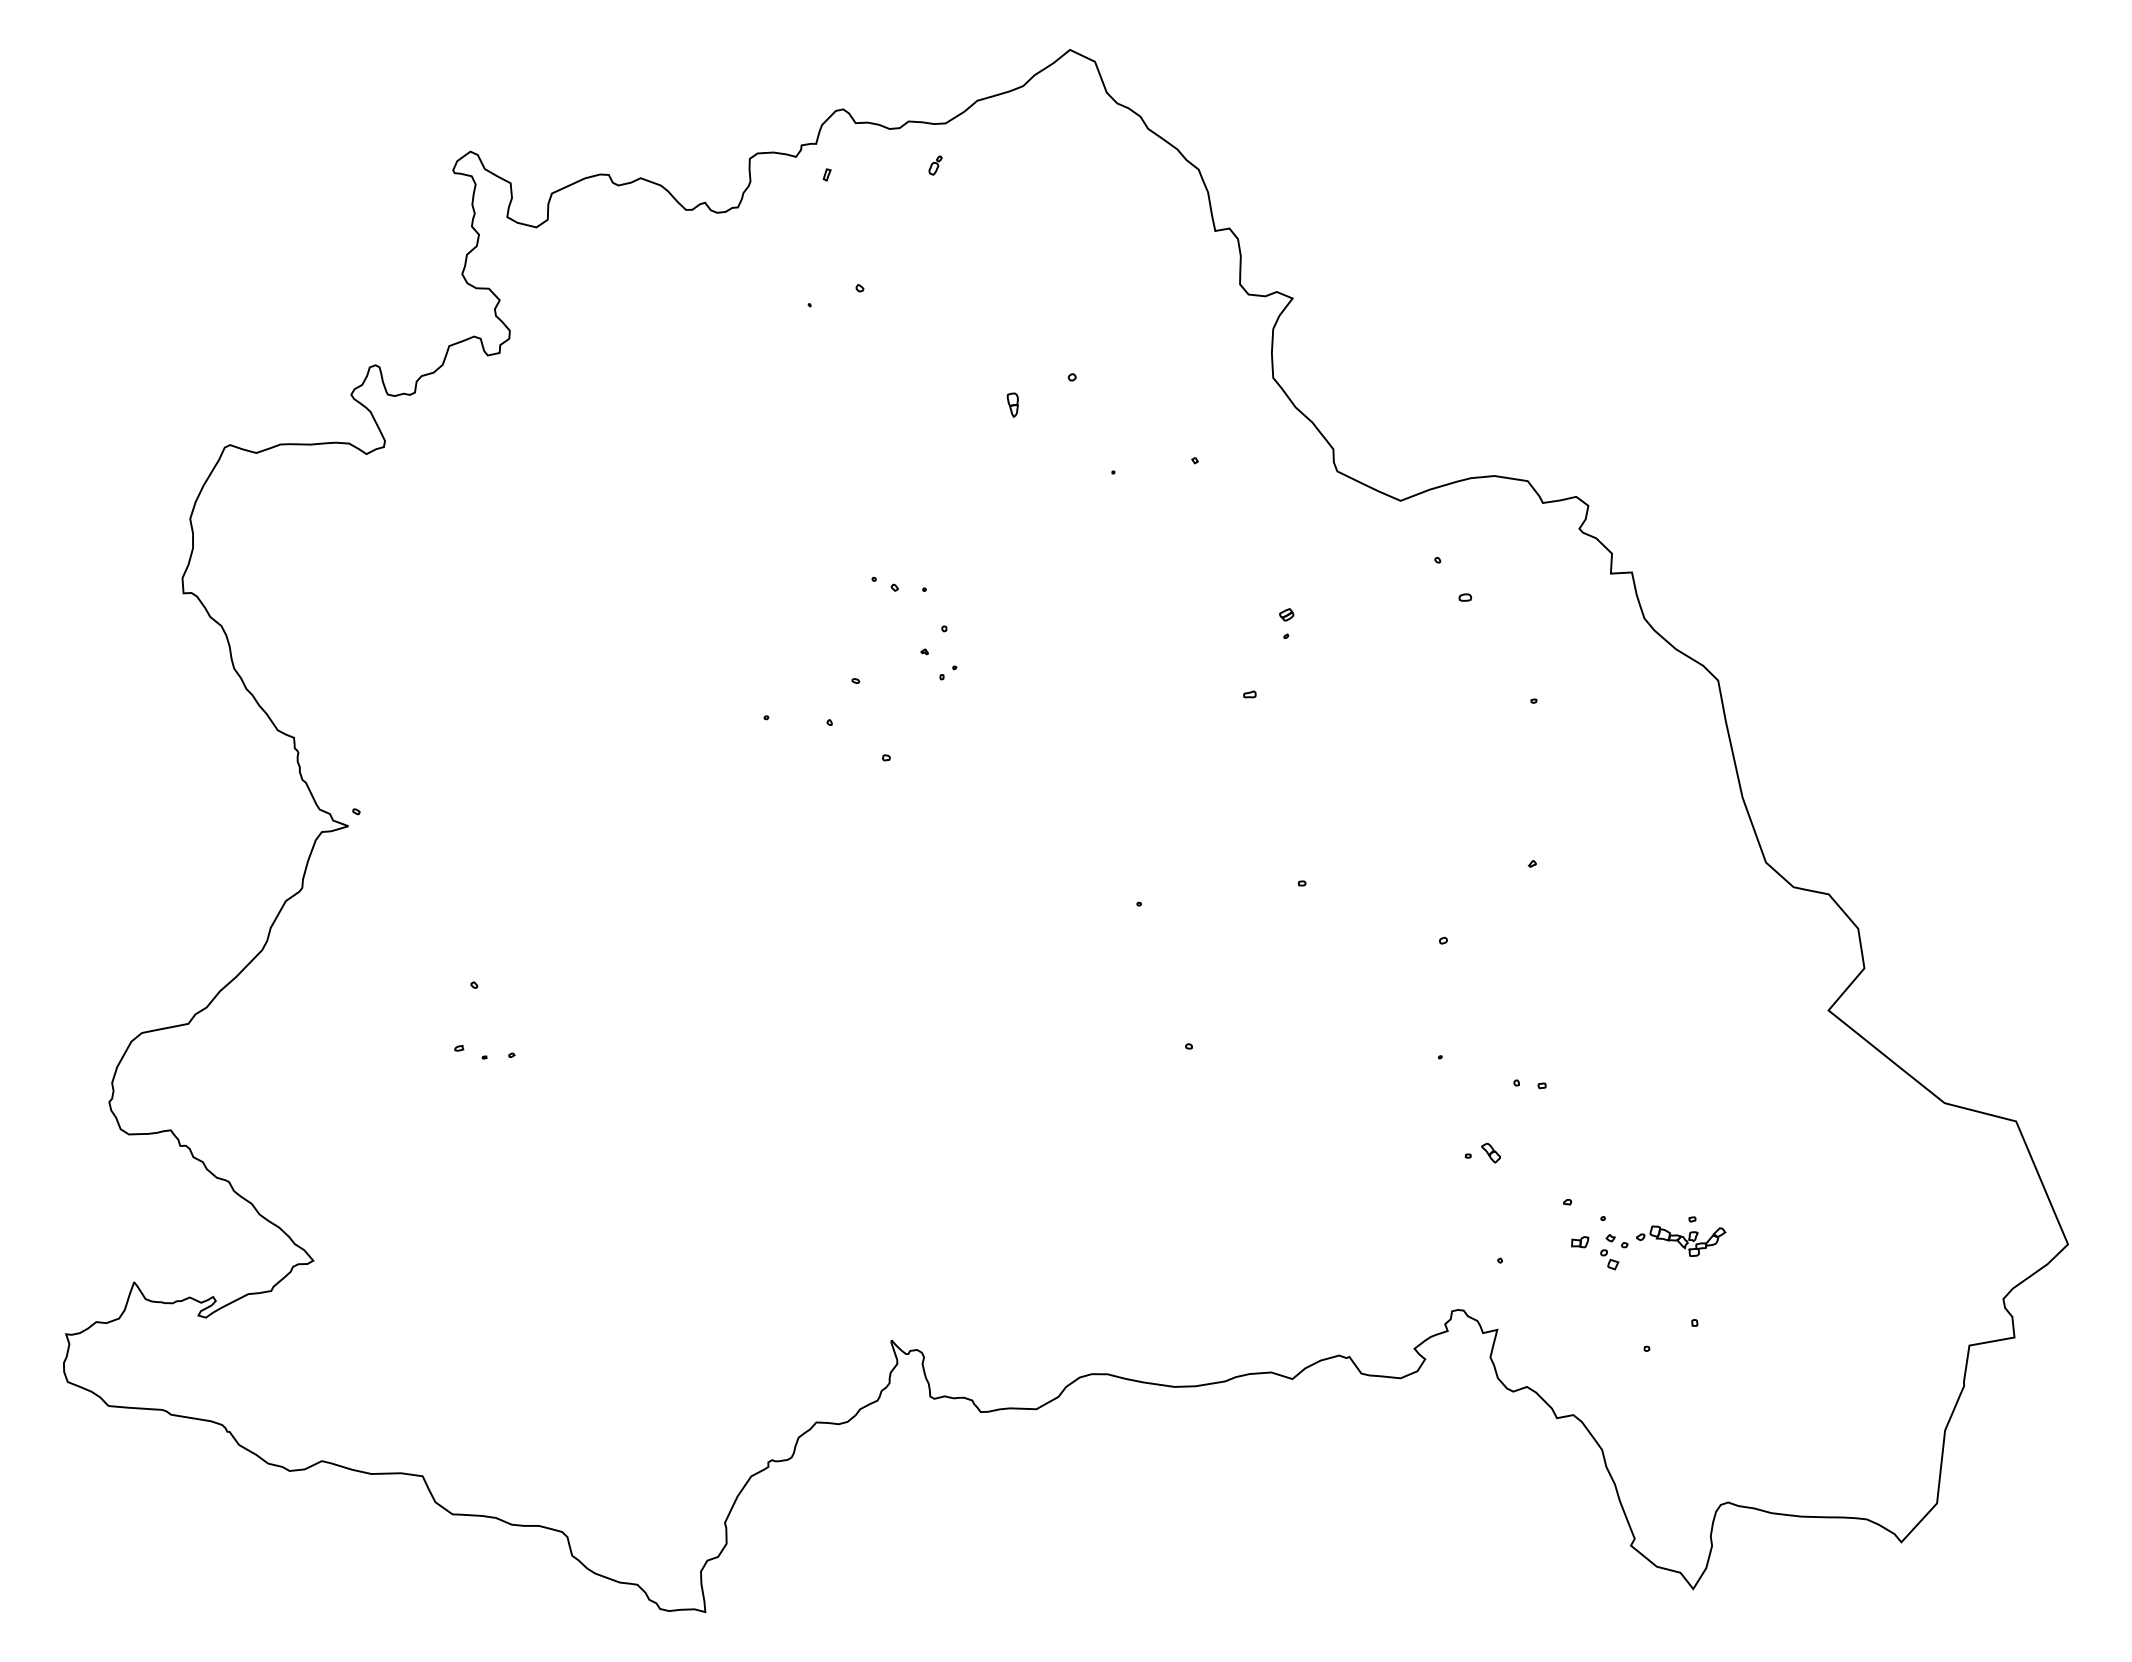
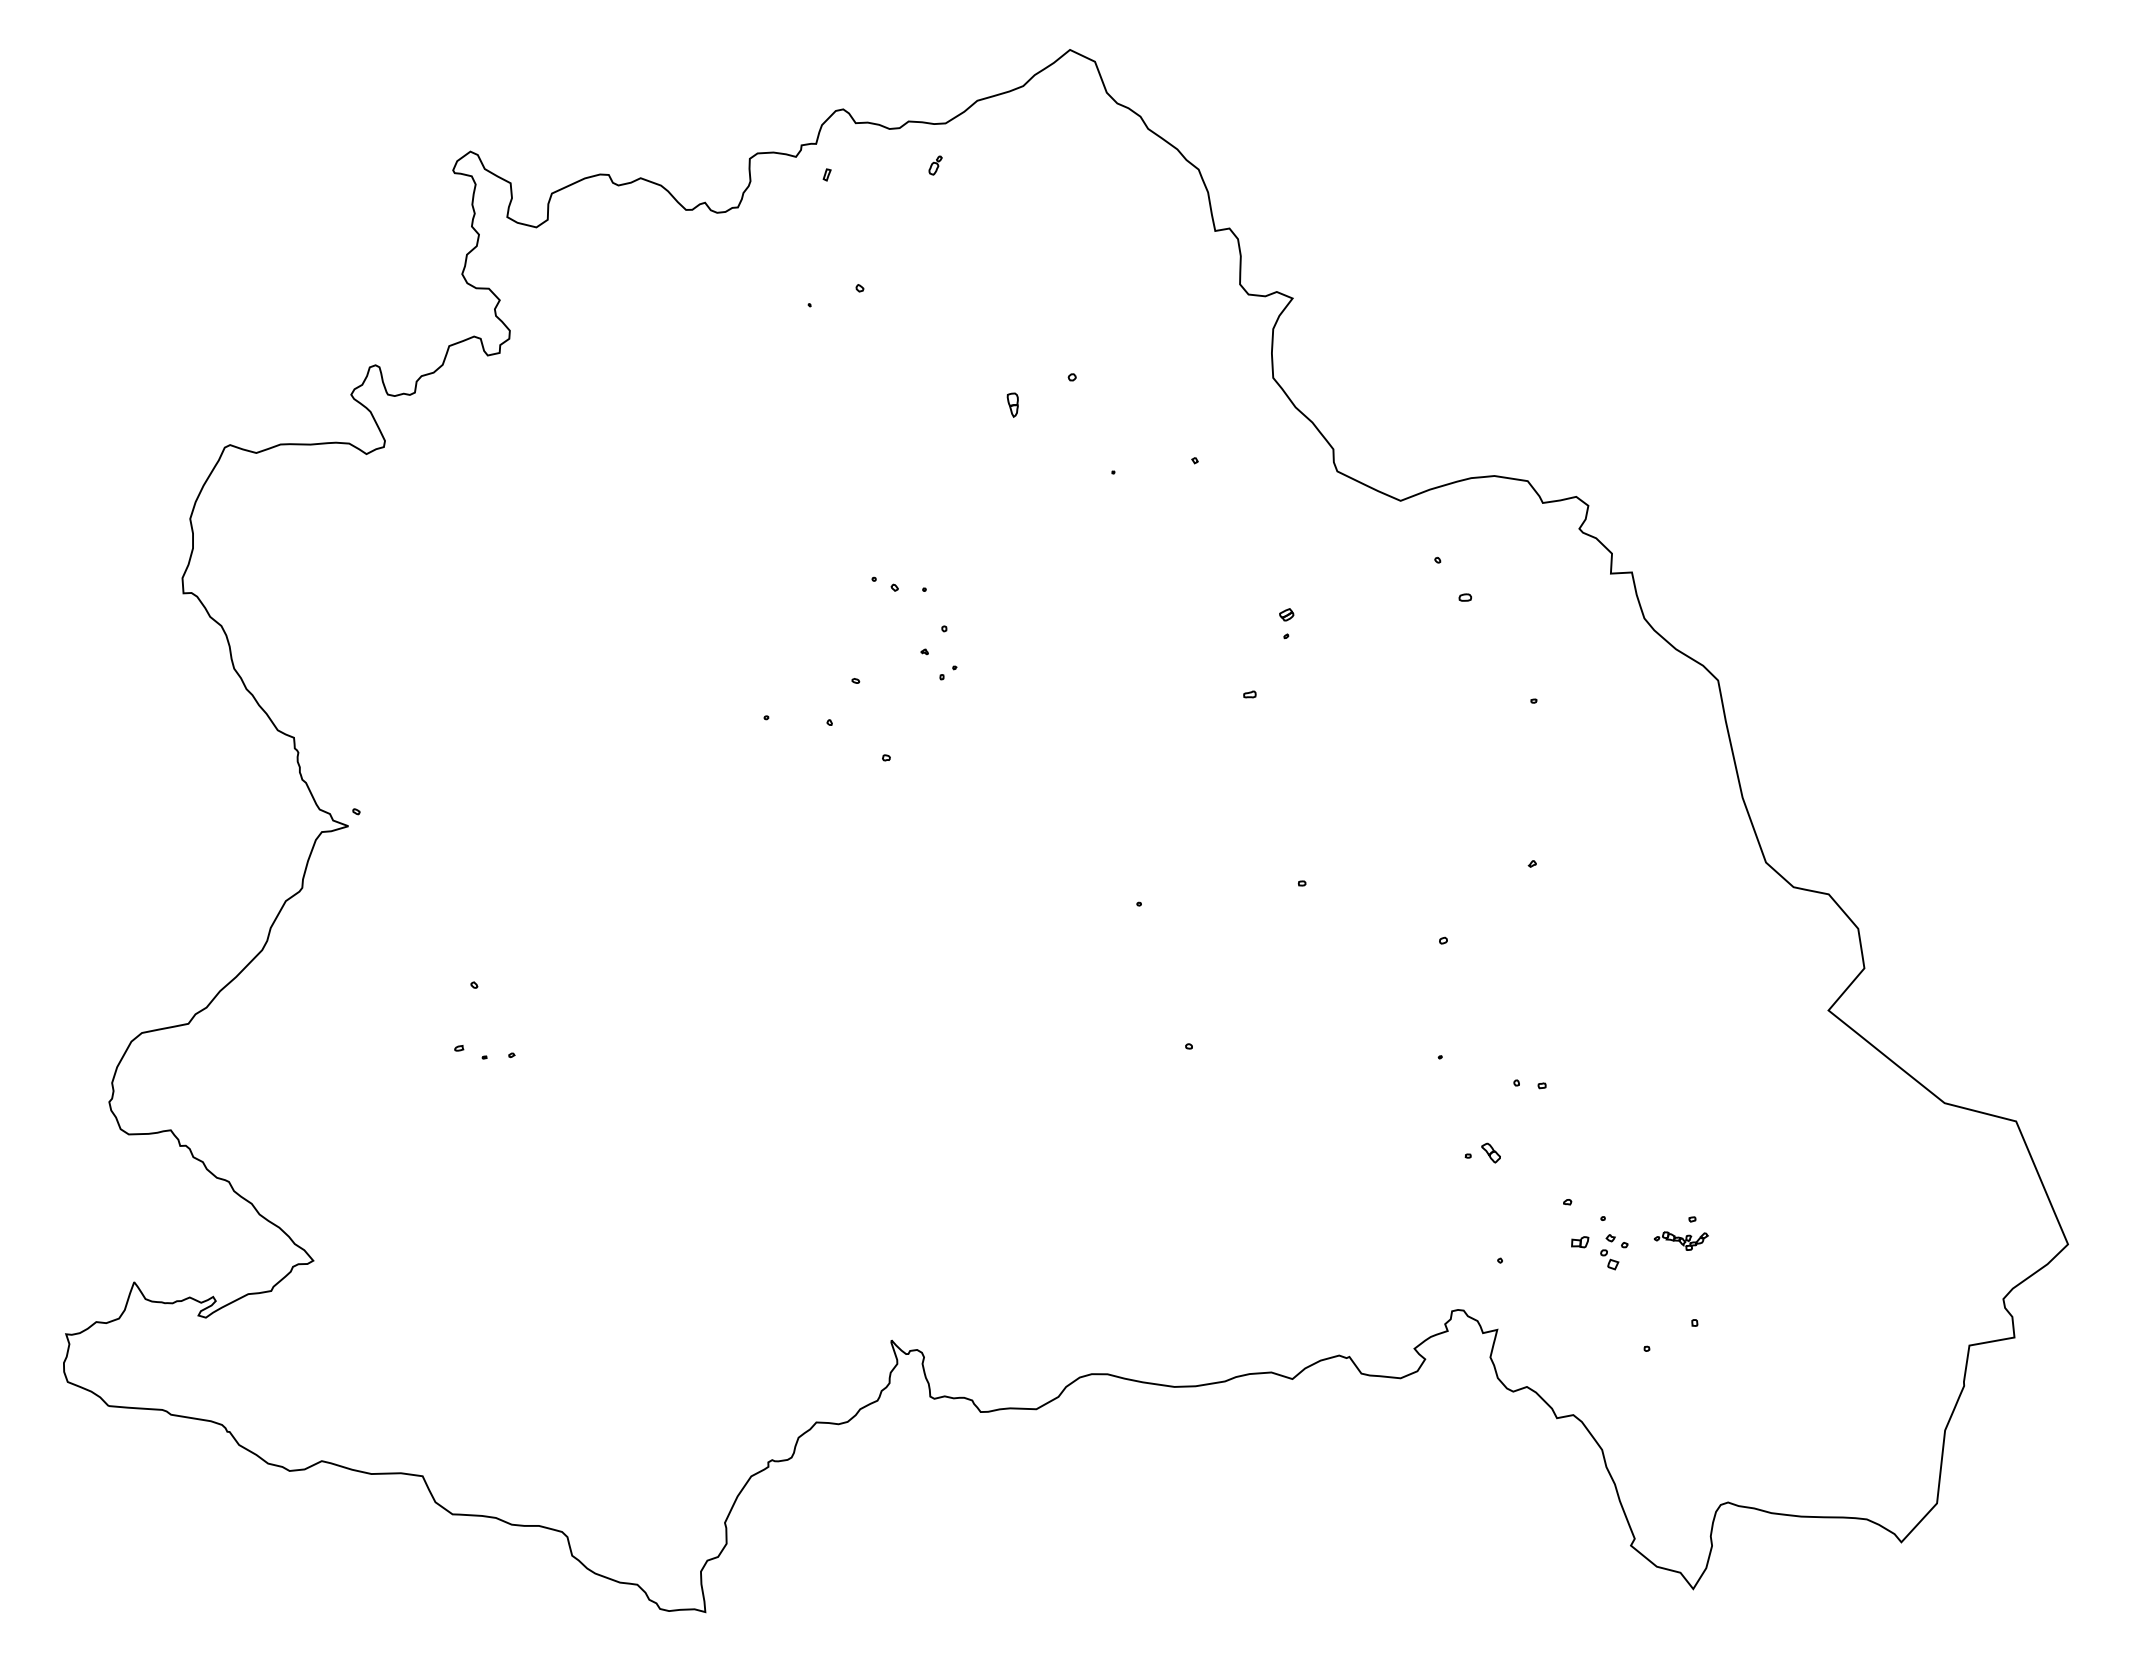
part at (1681, 1240) size: 91x32 px -> 56x20 px
